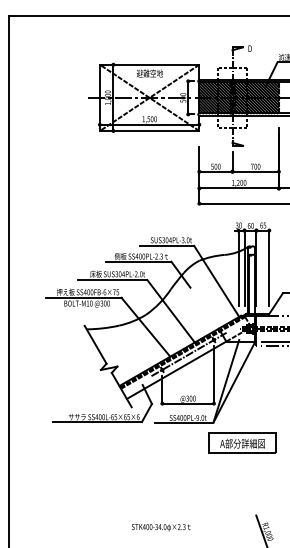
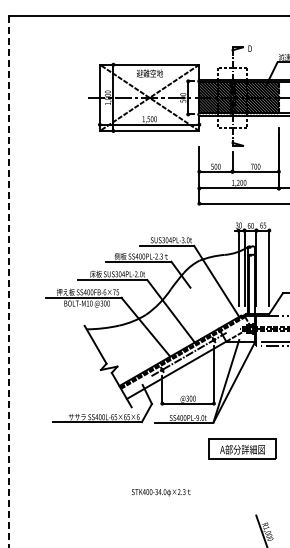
line at (8, 282): solid -> dashed
part at (242, 442) position: (242, 442) -> (242, 448)
text at (161, 527) position: (161, 527) -> (161, 492)
